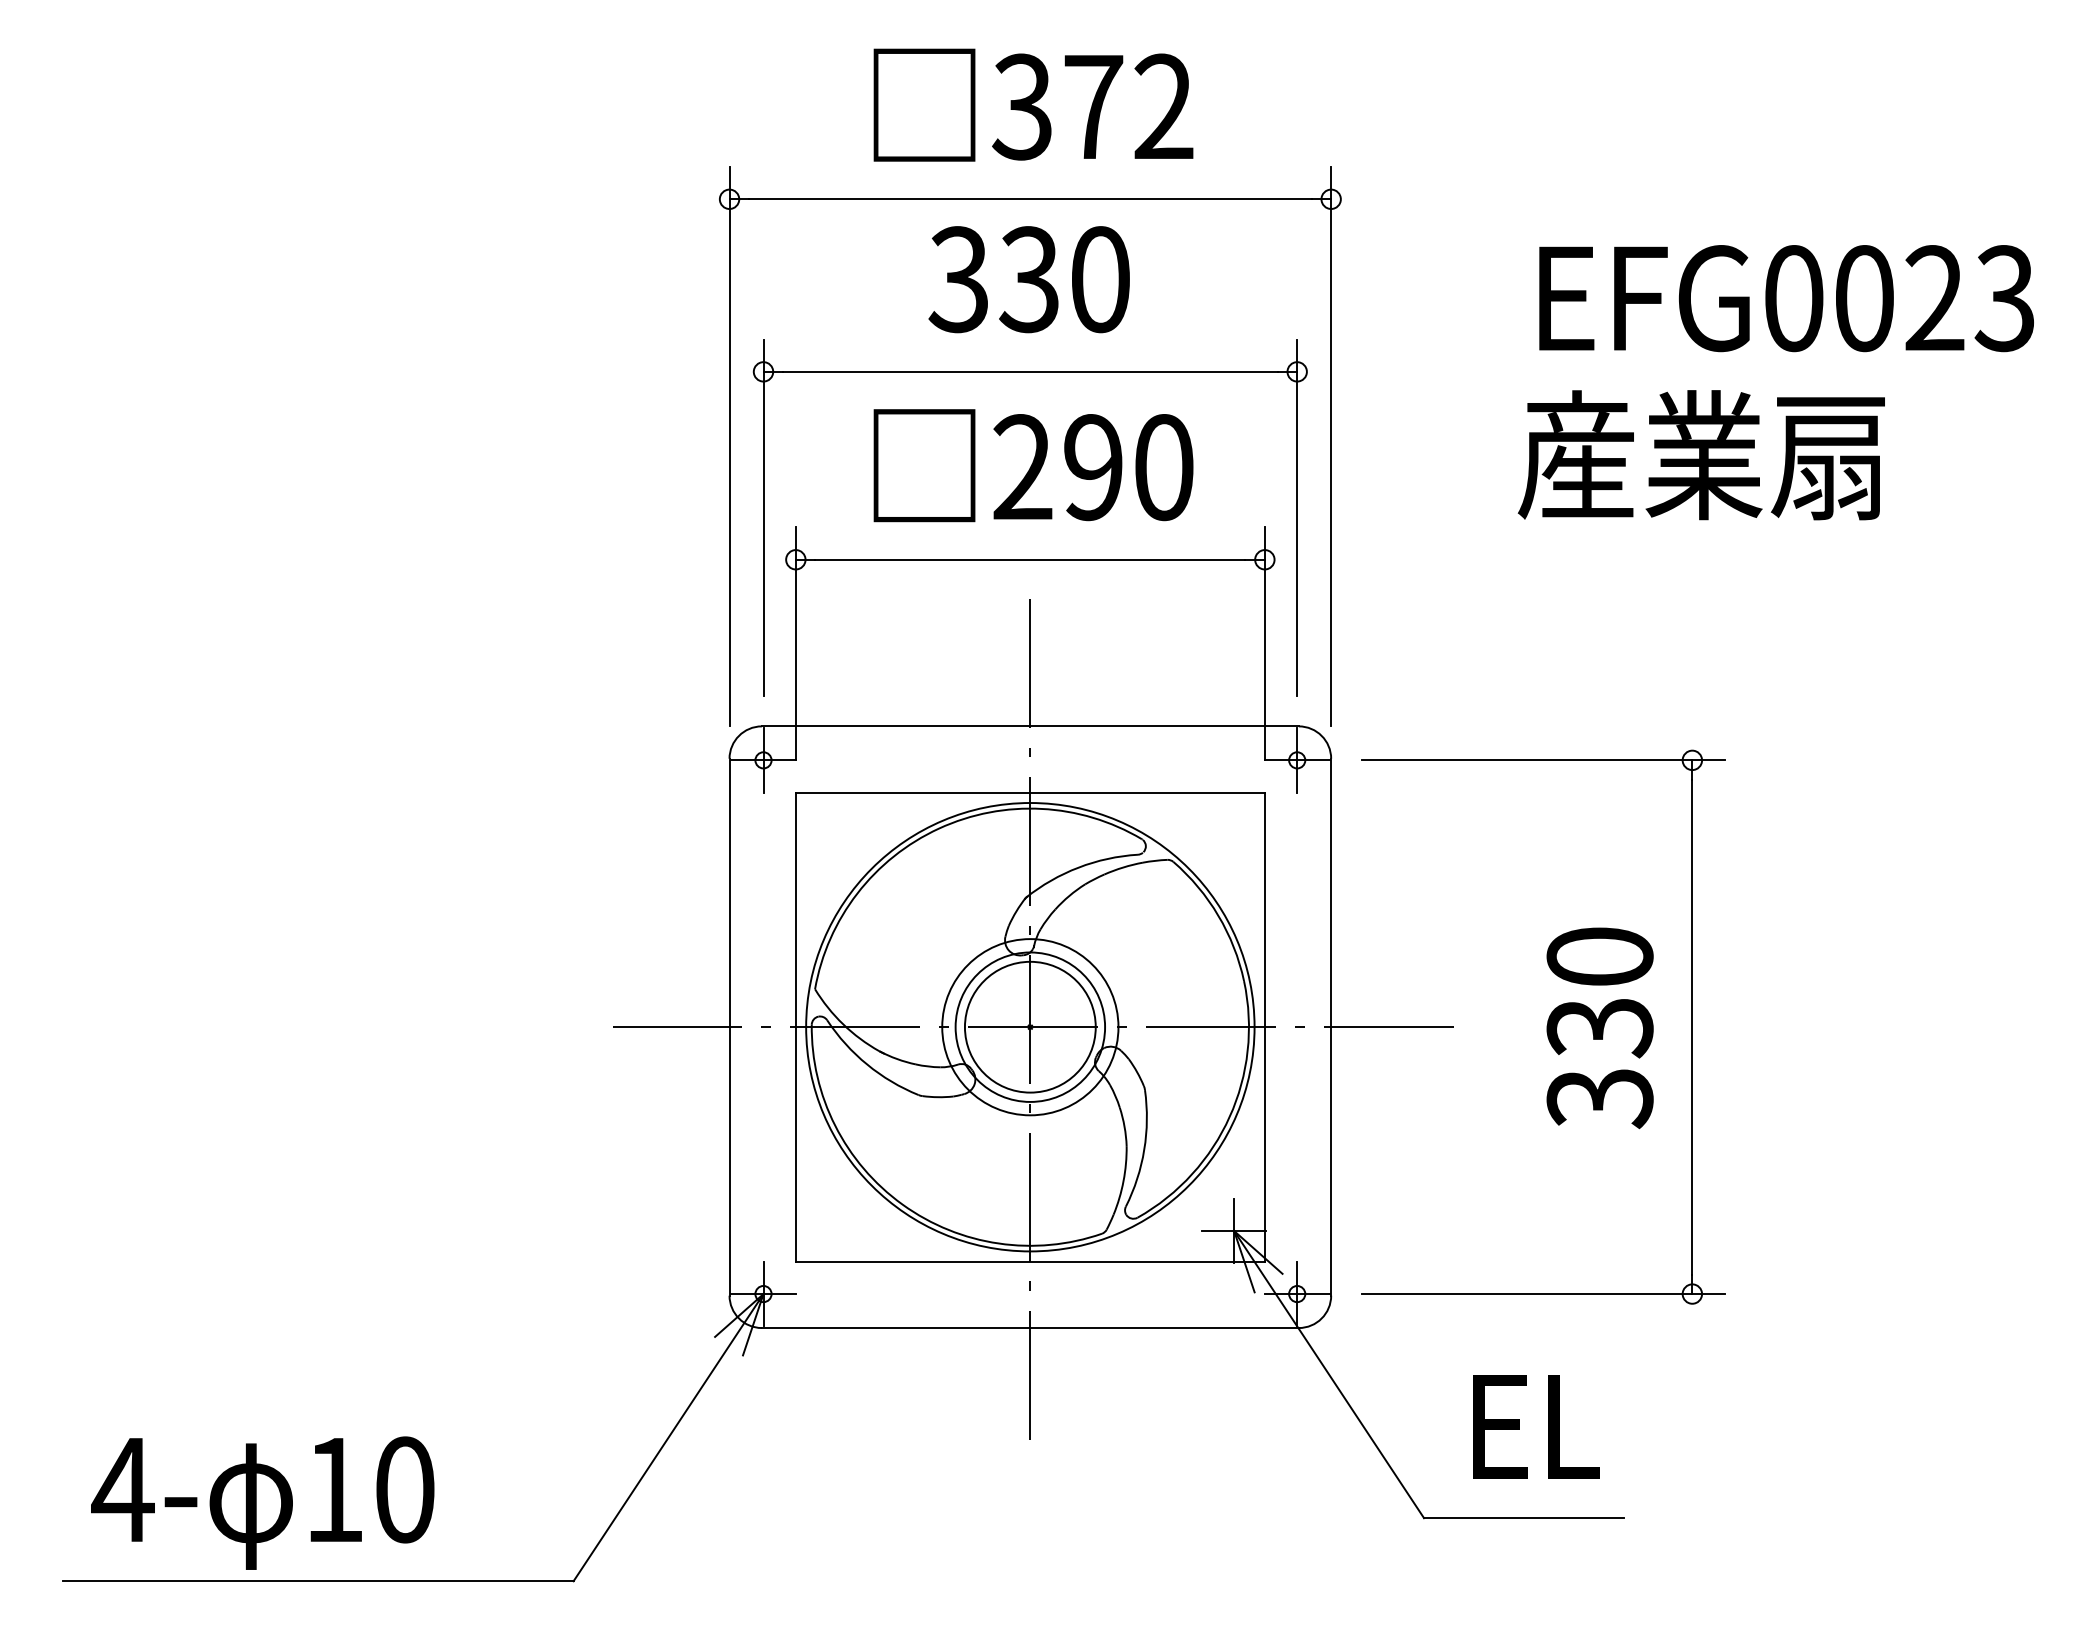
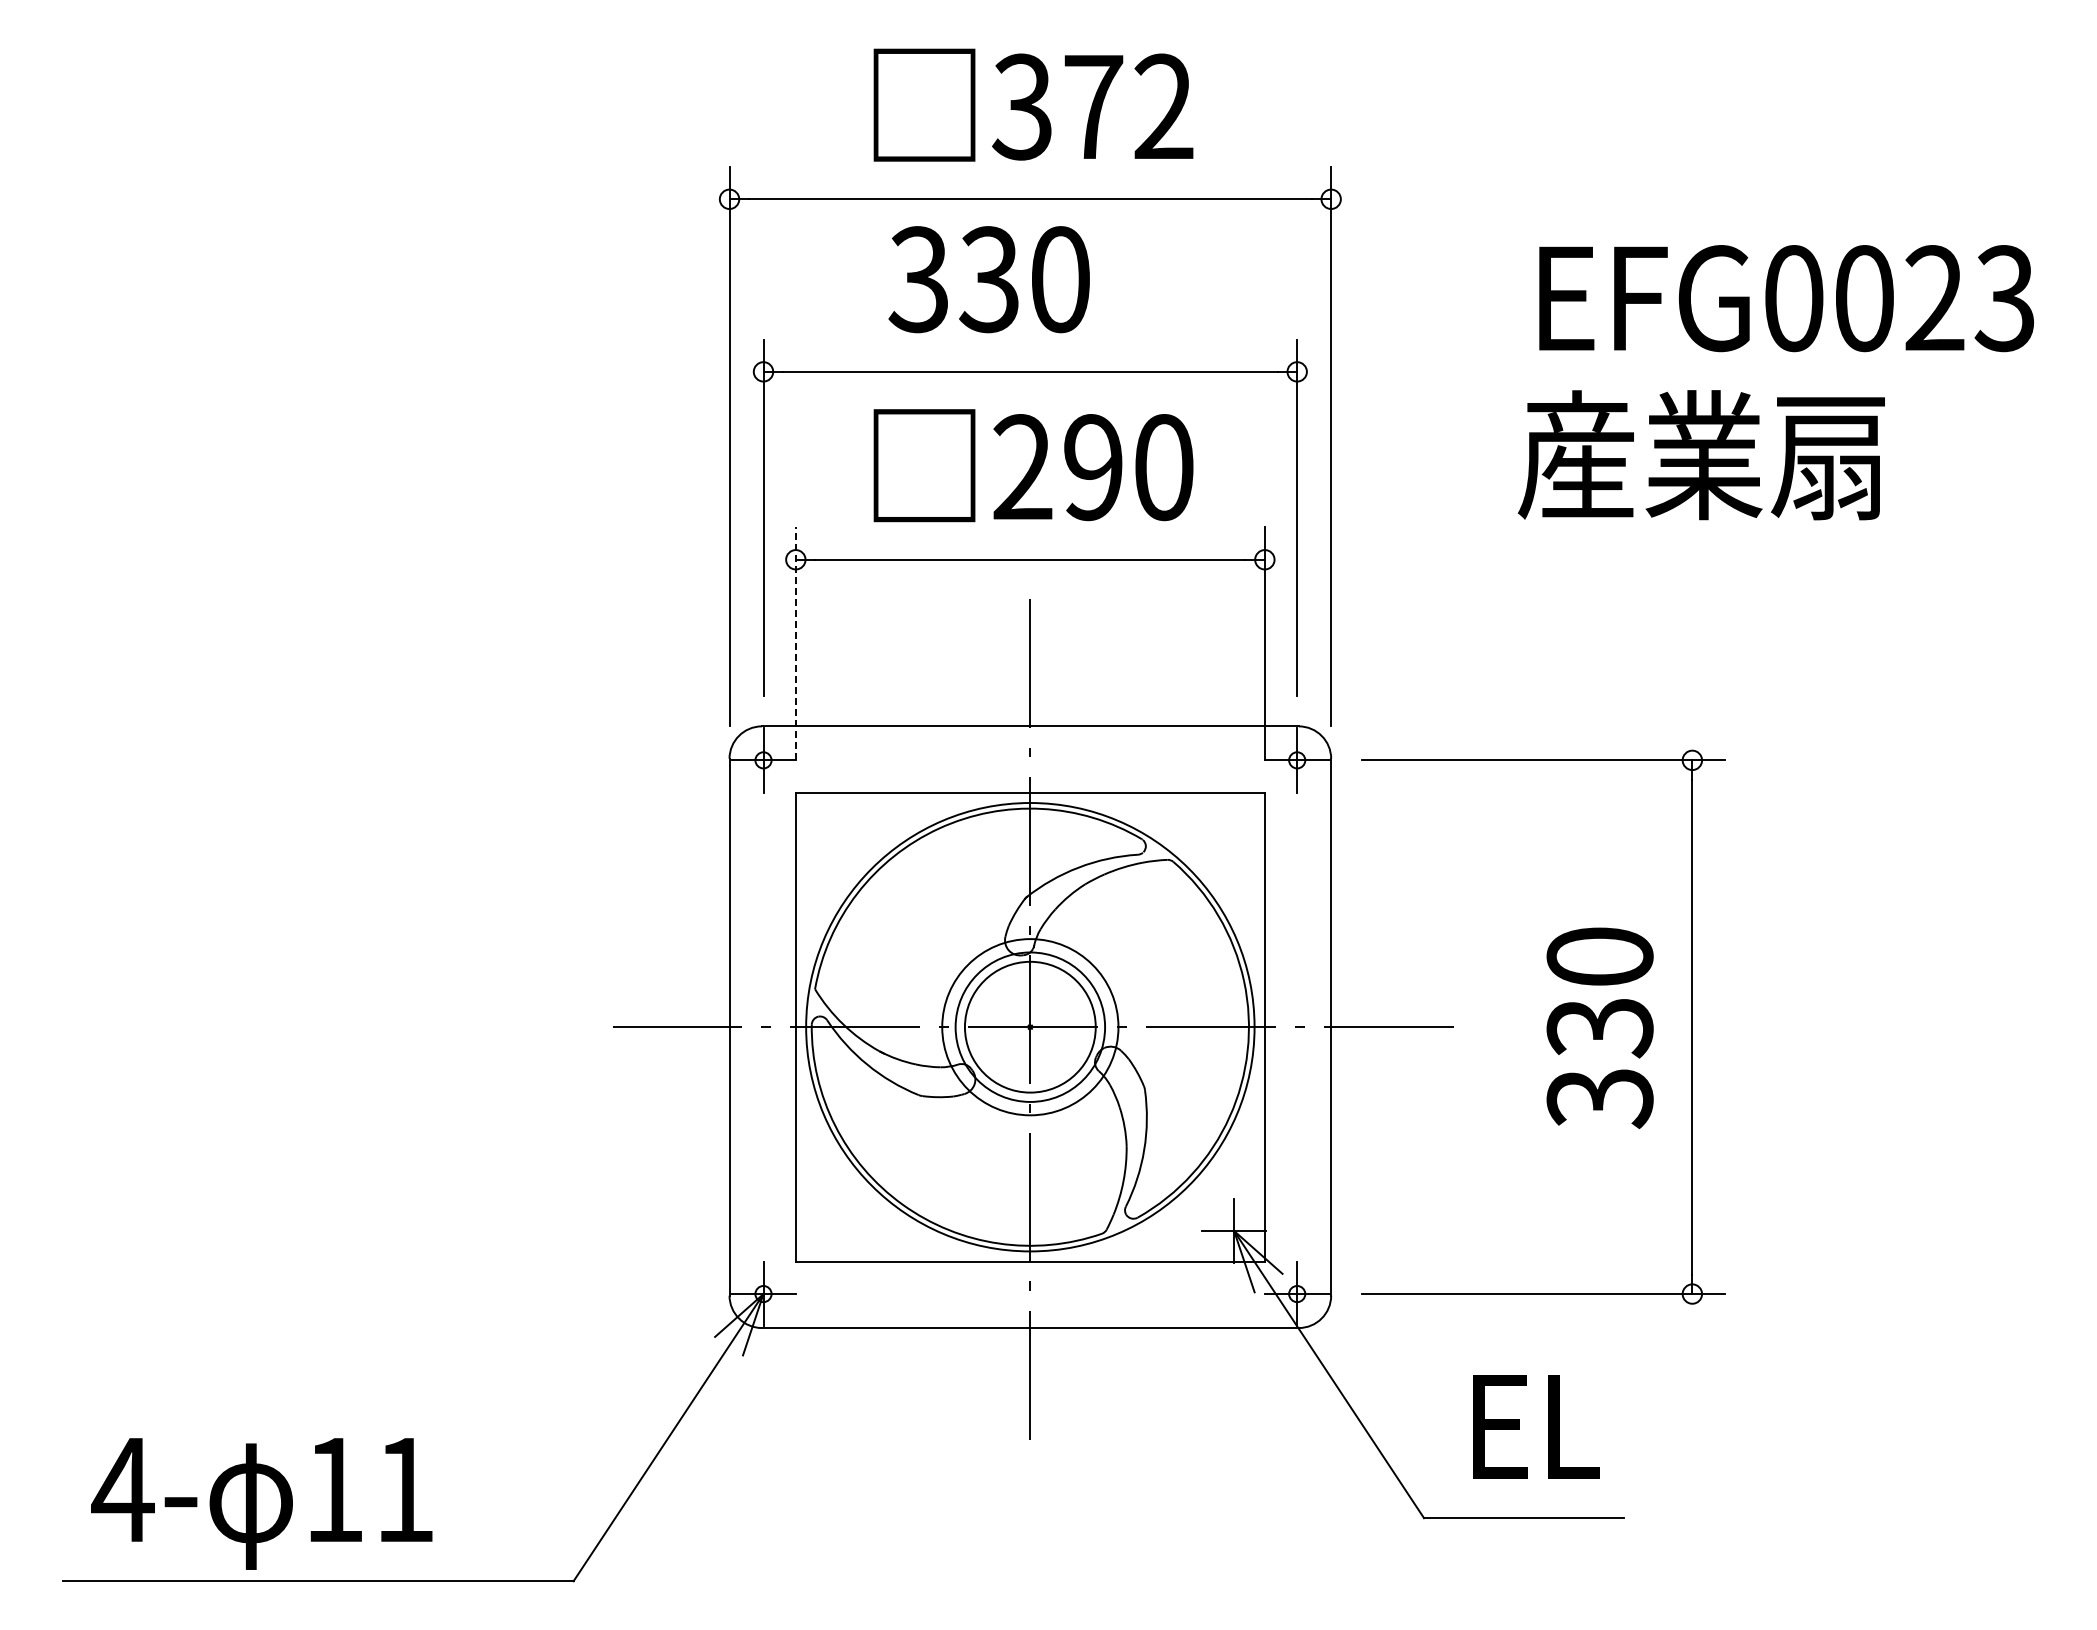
text at (1028, 279) position: (1028, 279) -> (988, 279)
line at (795, 643): solid -> dashed
text at (405, 1489): 10 -> 11
